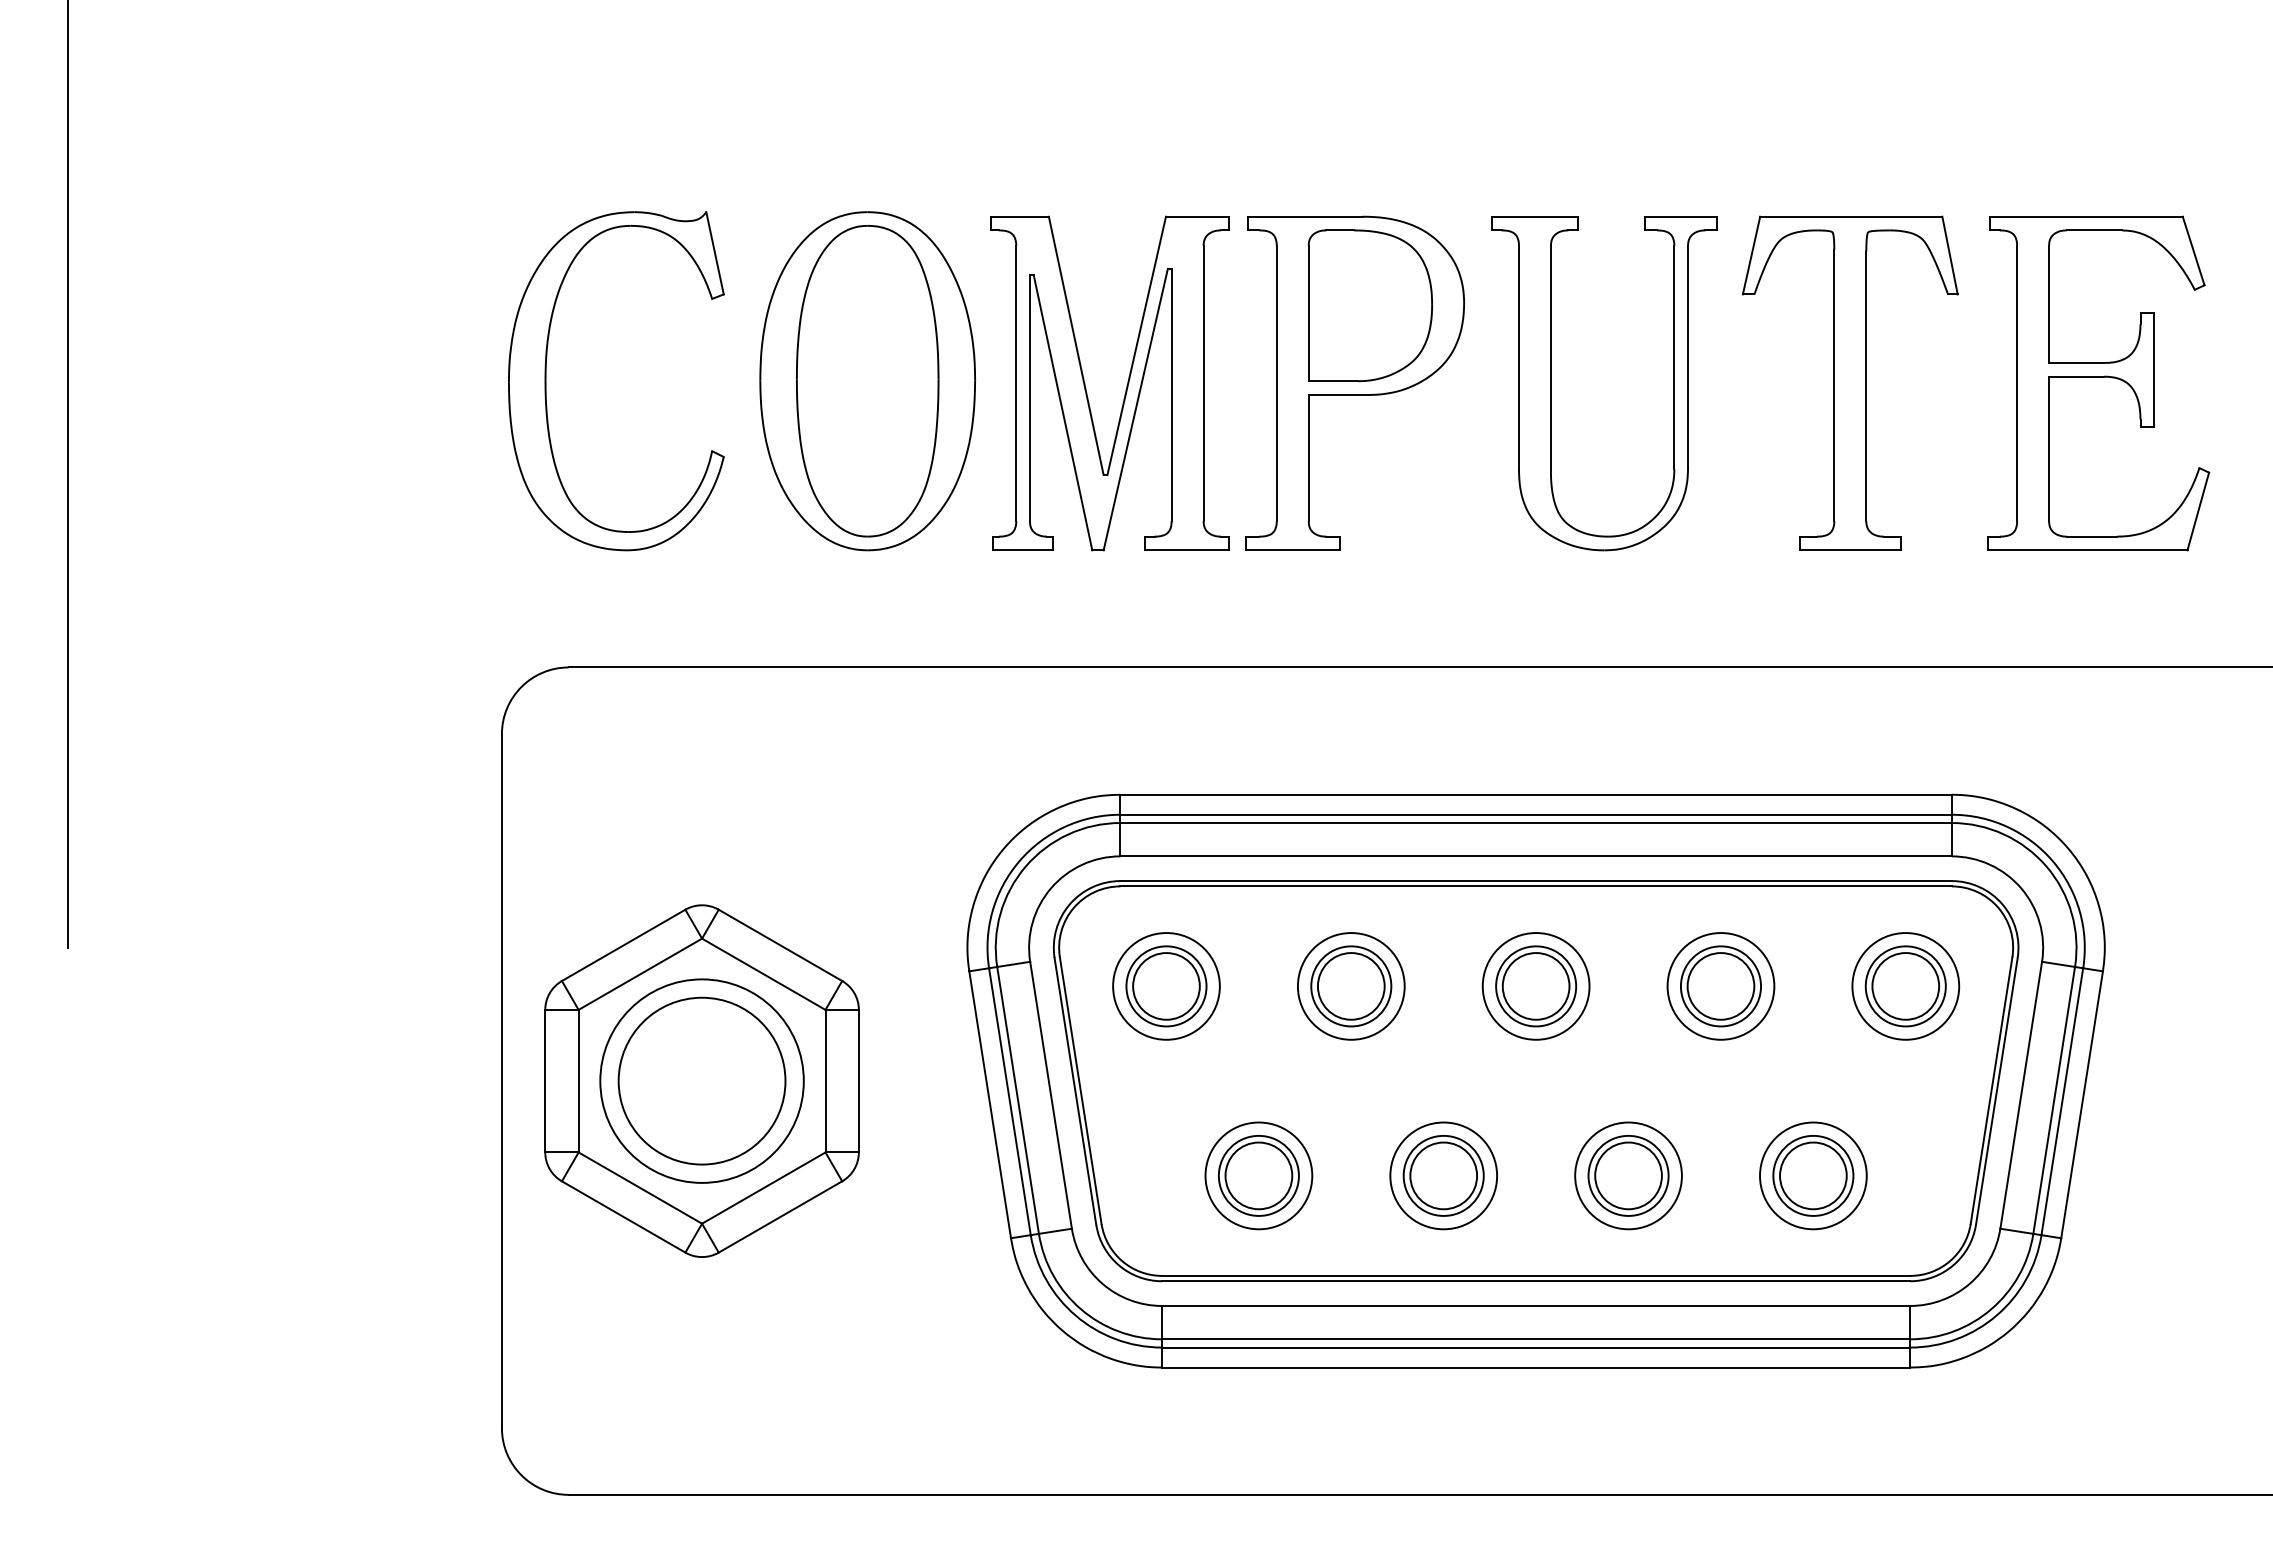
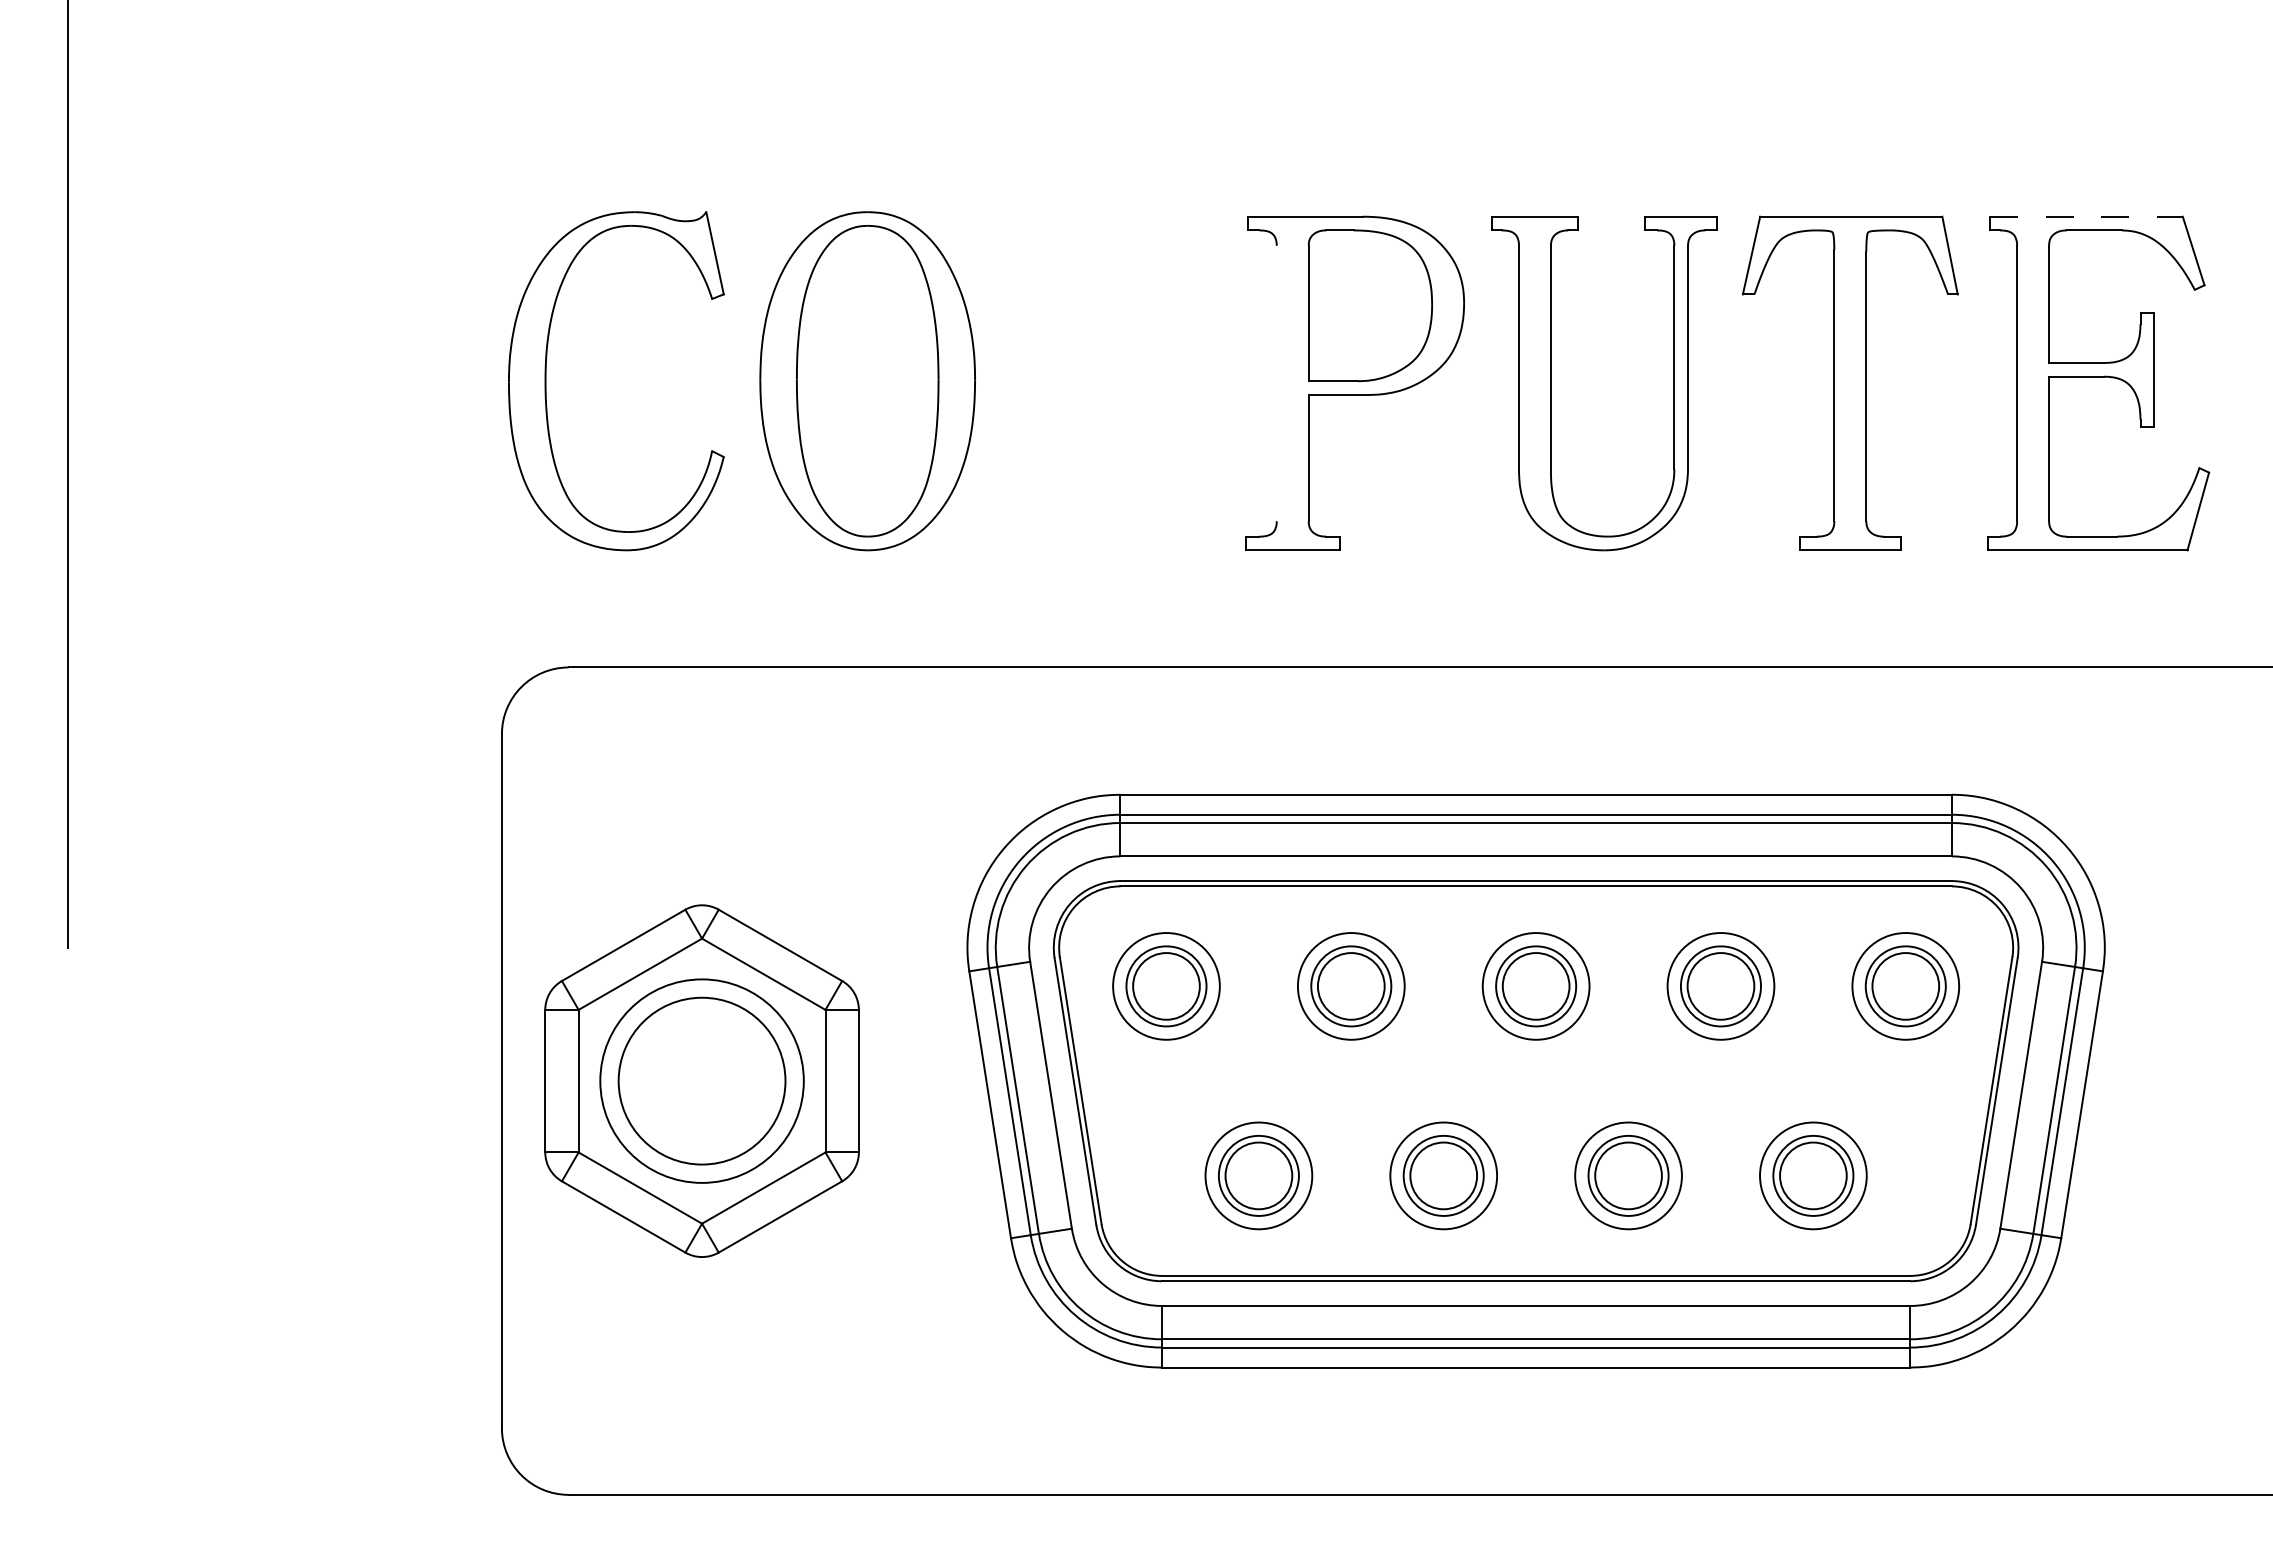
line at (2086, 216): solid -> dashed
line at (1276, 383): present -> none
part at (1125, 389): present -> none
